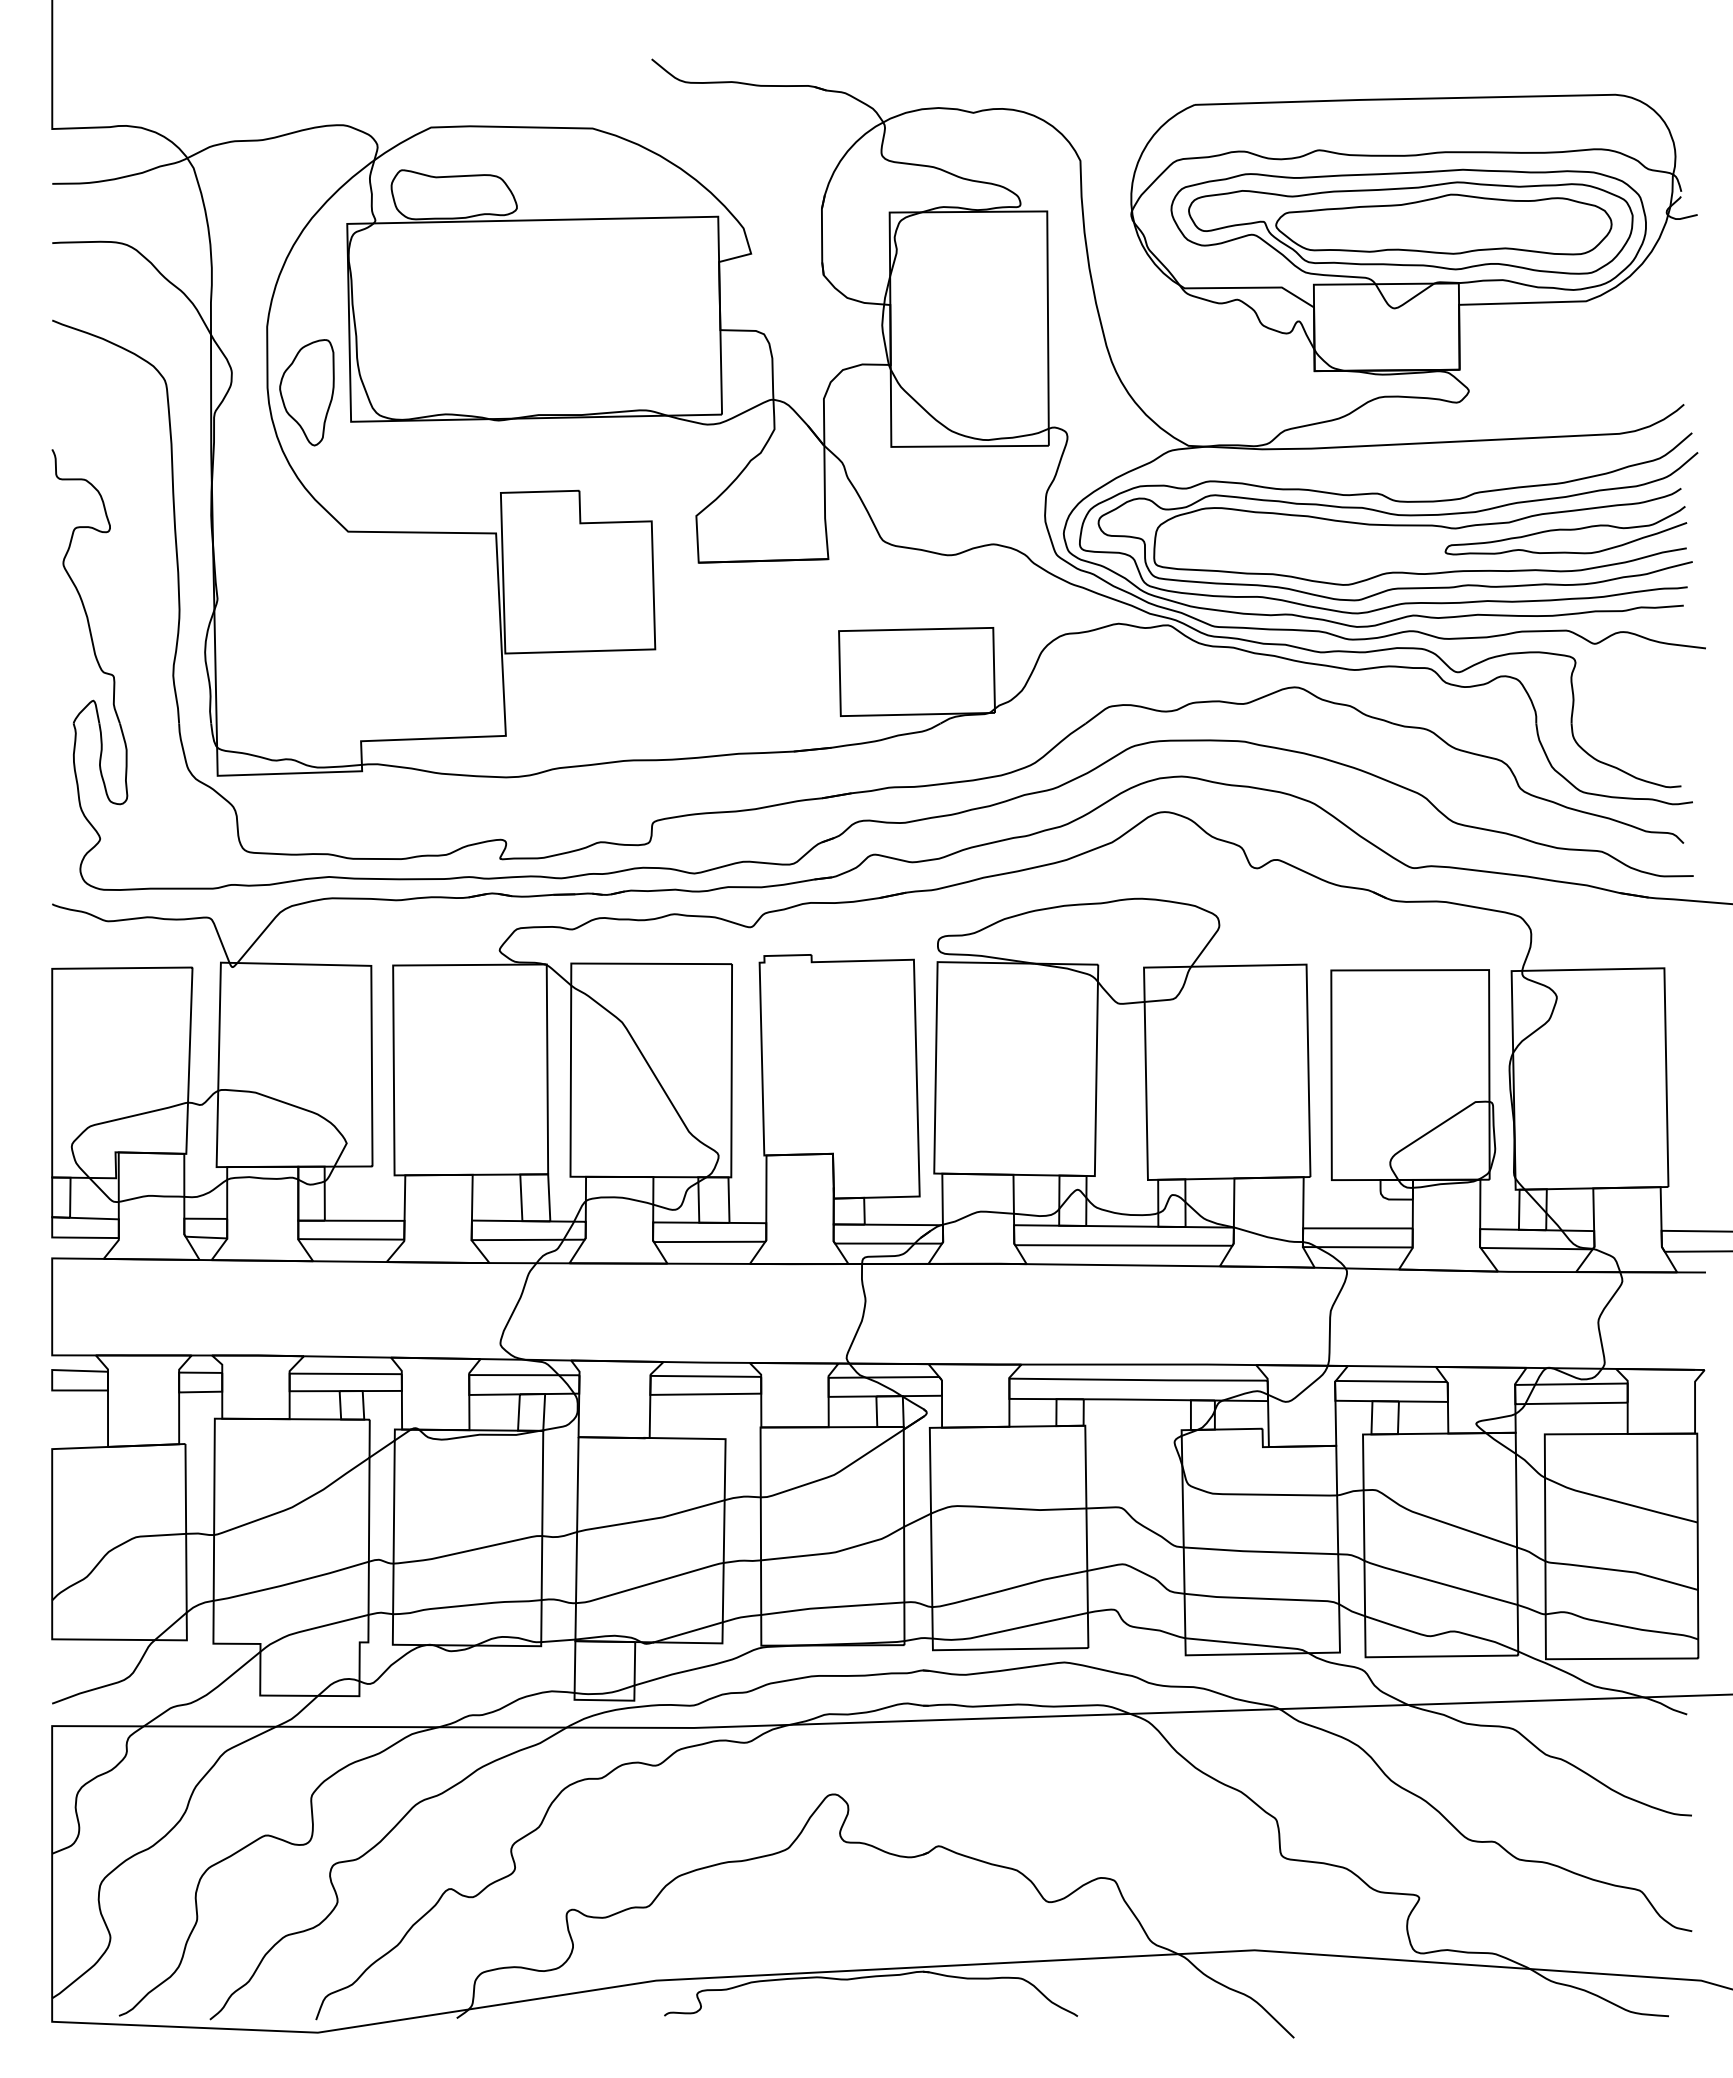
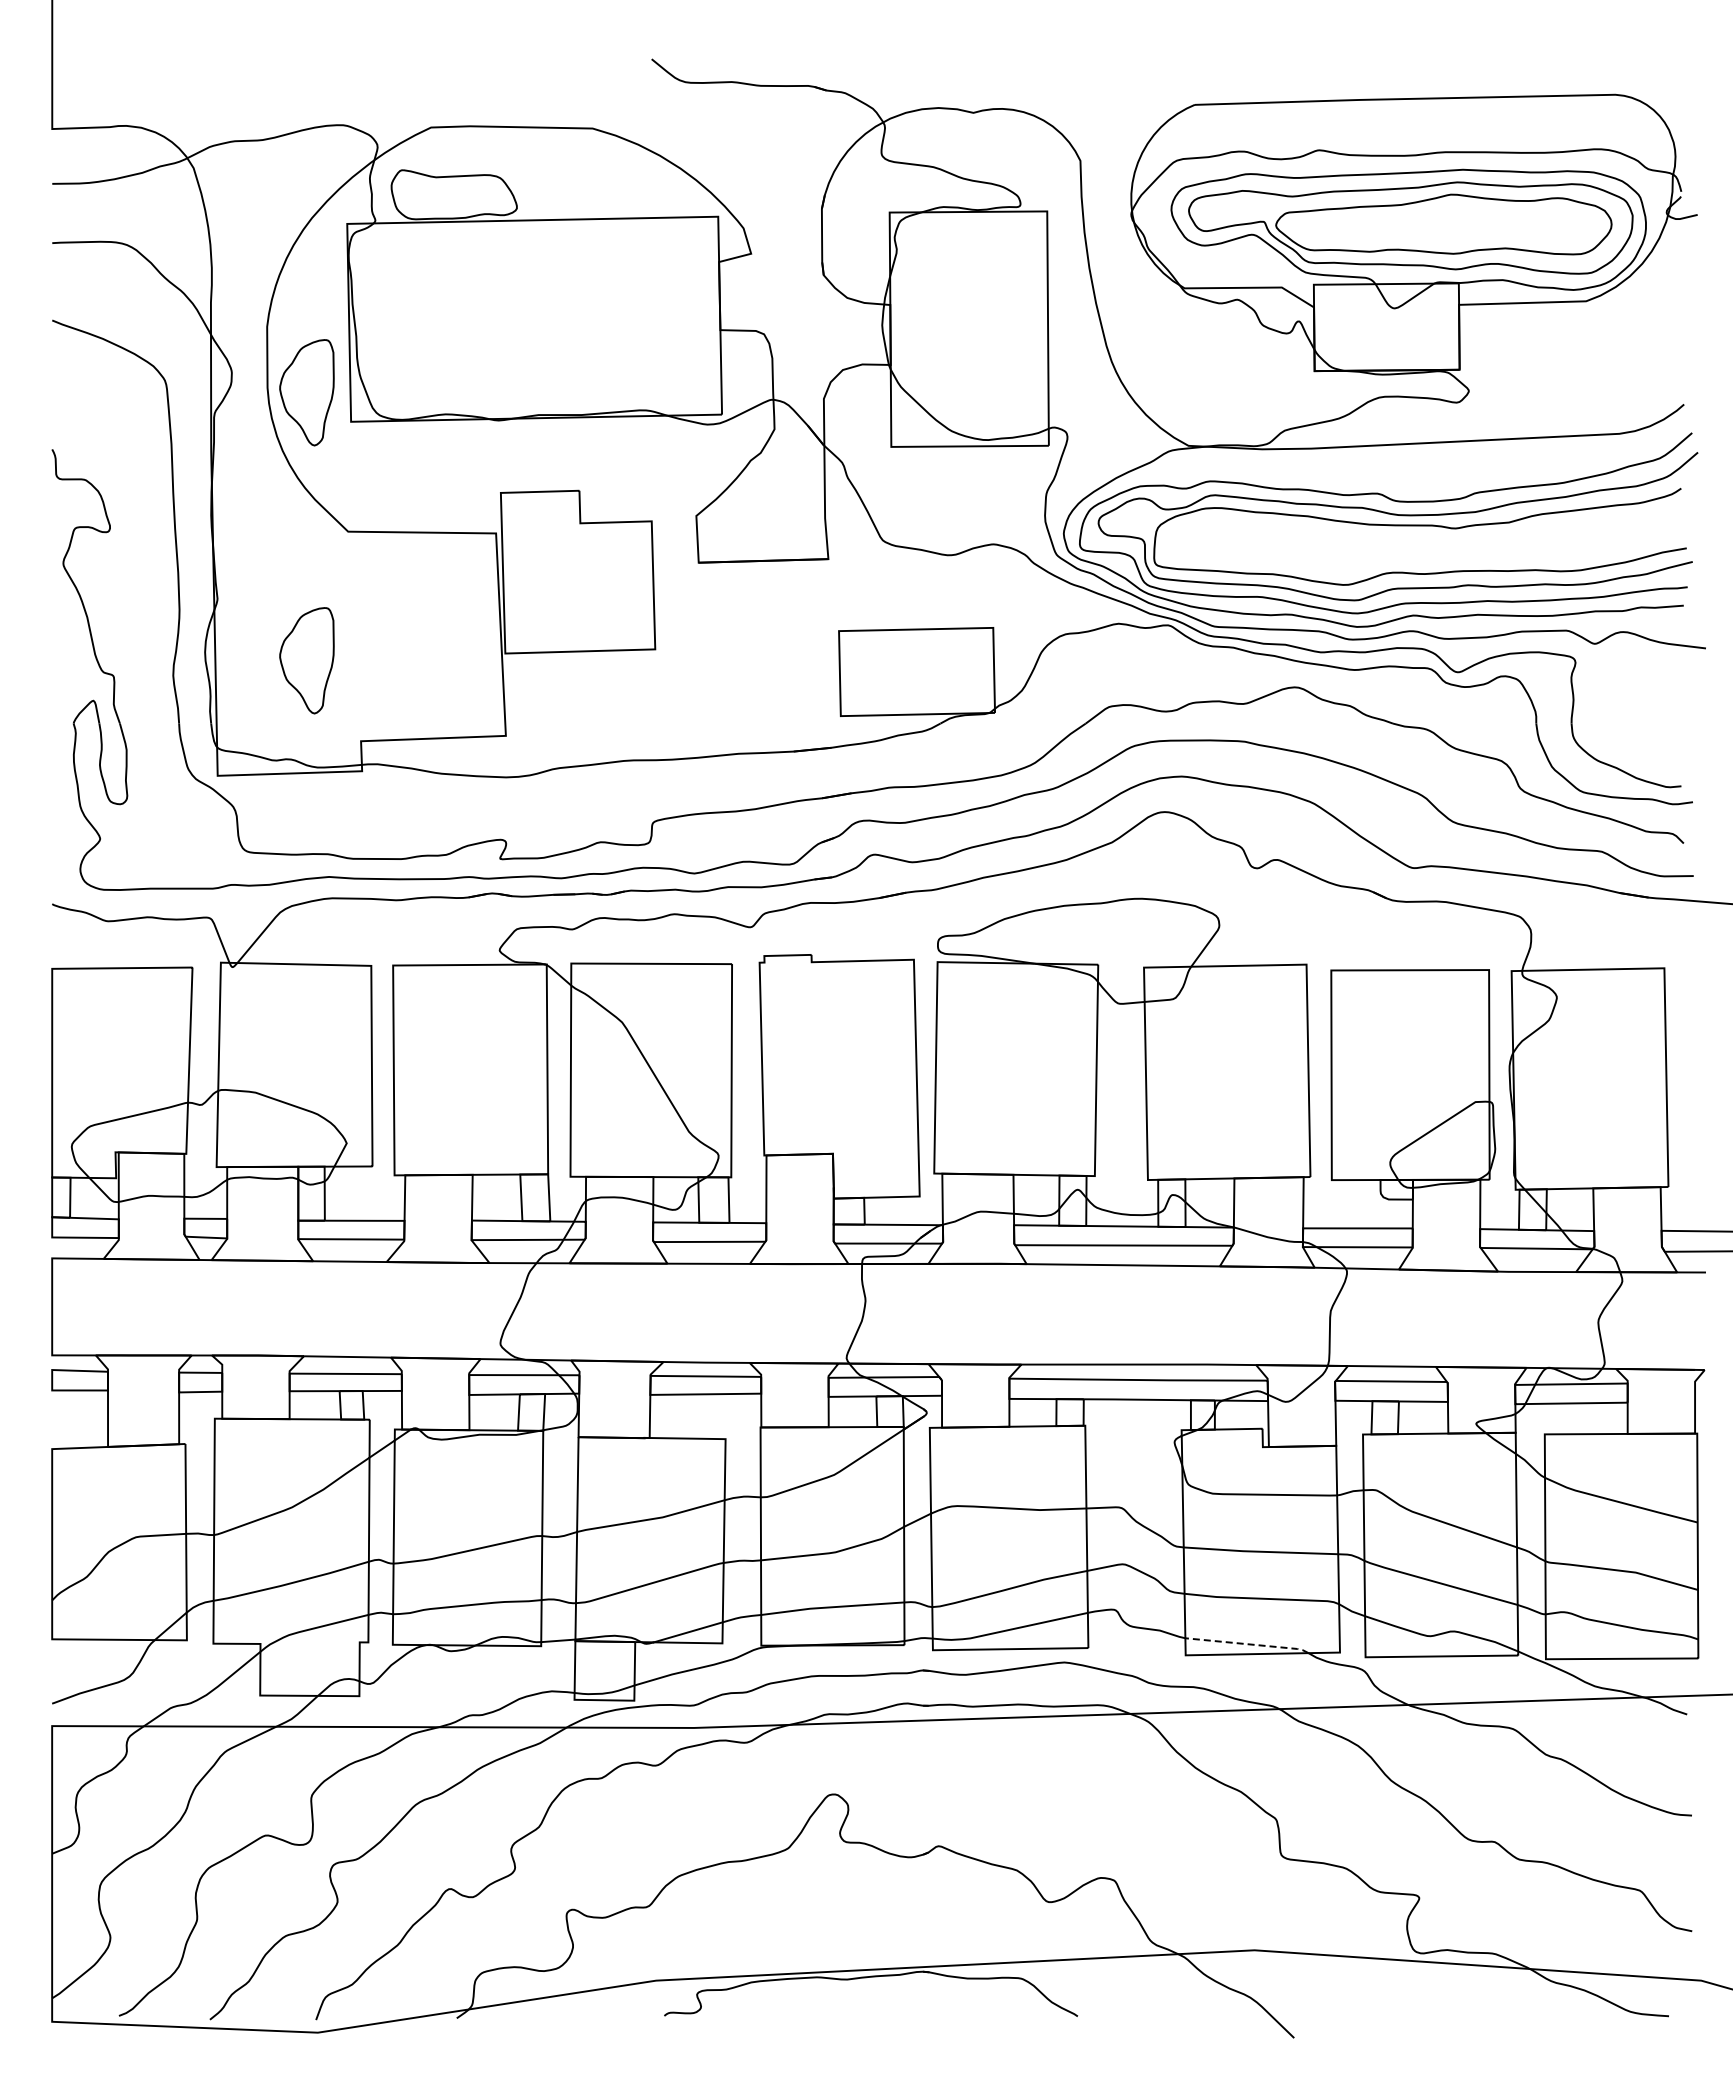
curve at (1565, 530): present -> none
part at (306, 660): none -> present
line at (1248, 1644): solid -> dashed
